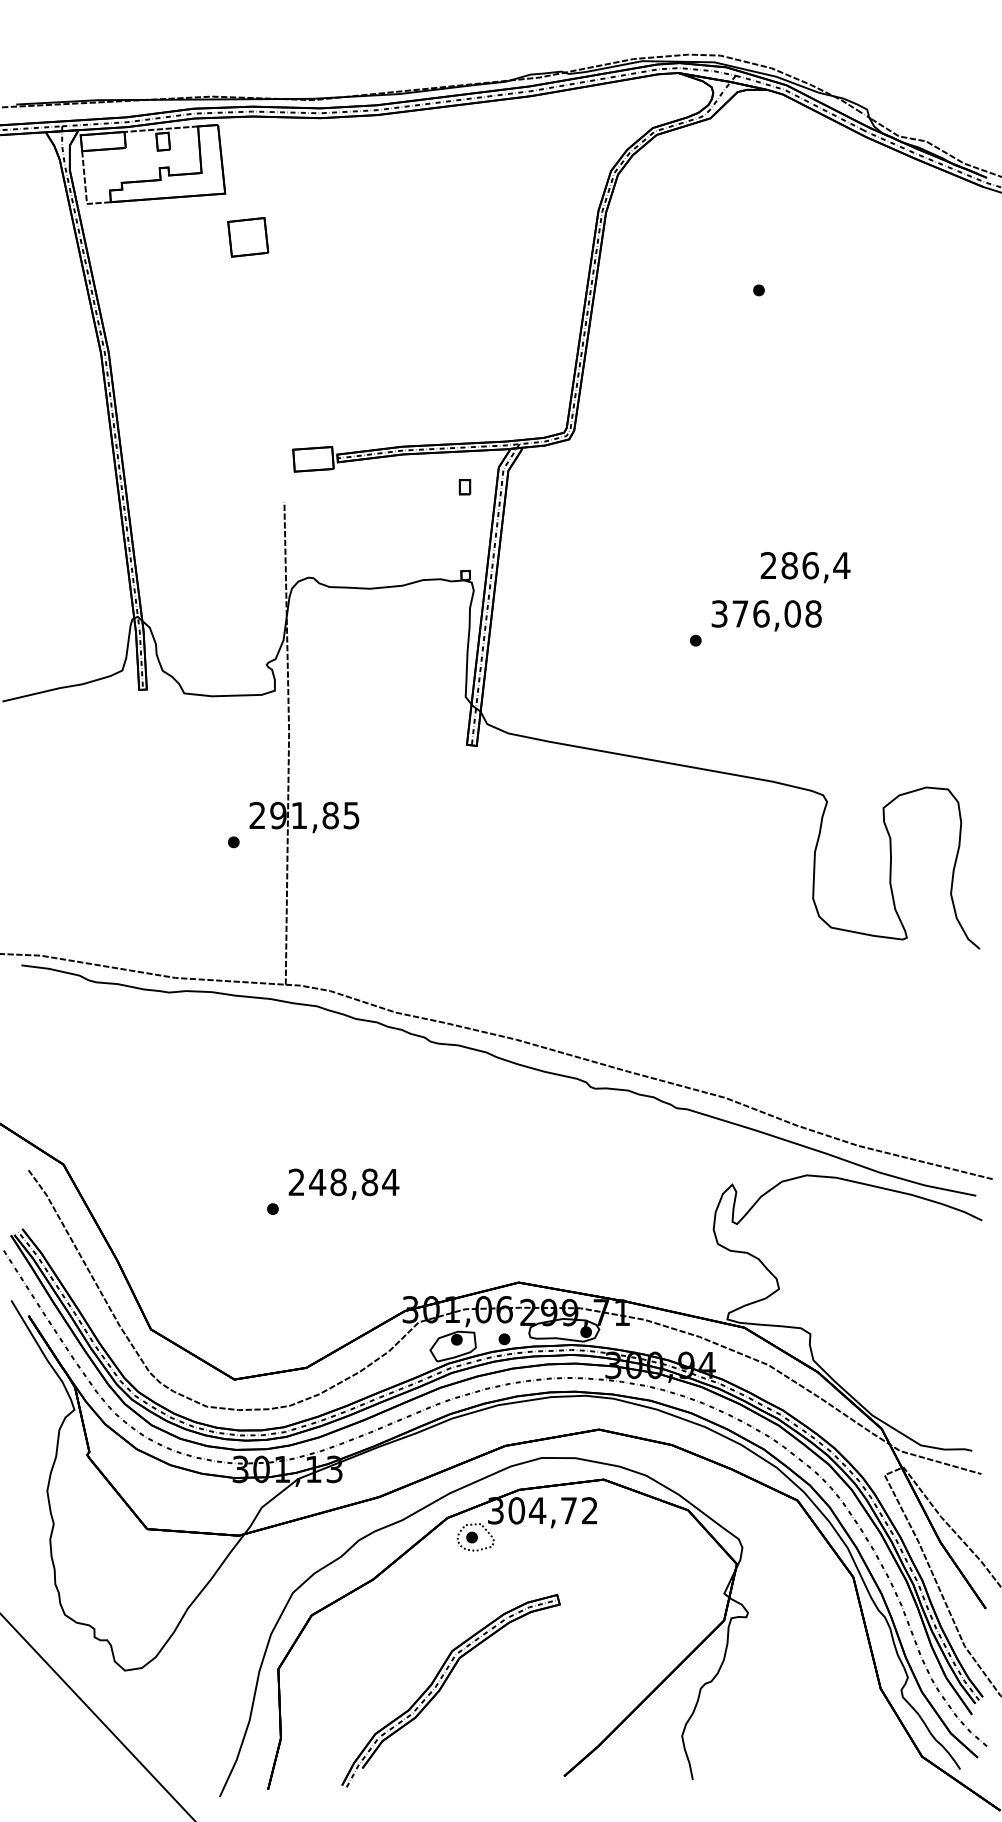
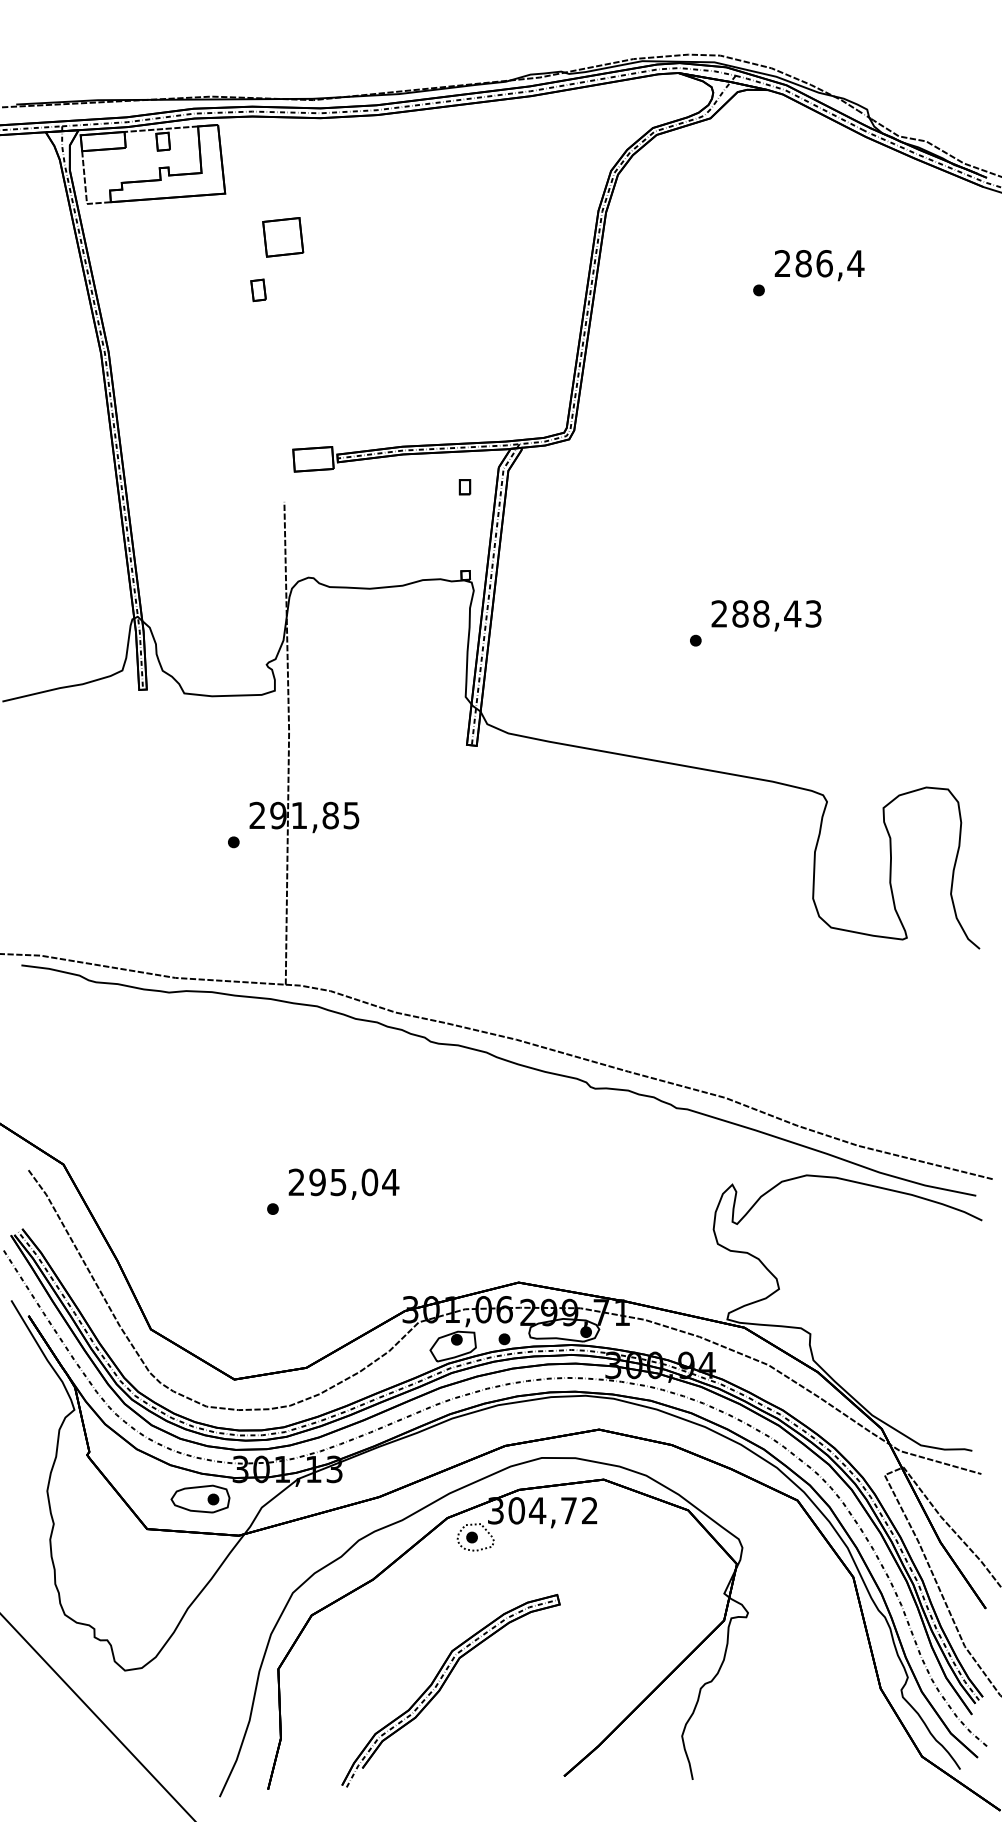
part at (248, 237) position: (248, 237) -> (283, 237)
part at (258, 290): none -> present
text at (805, 567) position: (805, 567) -> (819, 265)
text at (766, 613): 376,08 -> 288,43
text at (343, 1182): 248,84 -> 295,04
part at (200, 1498): none -> present
